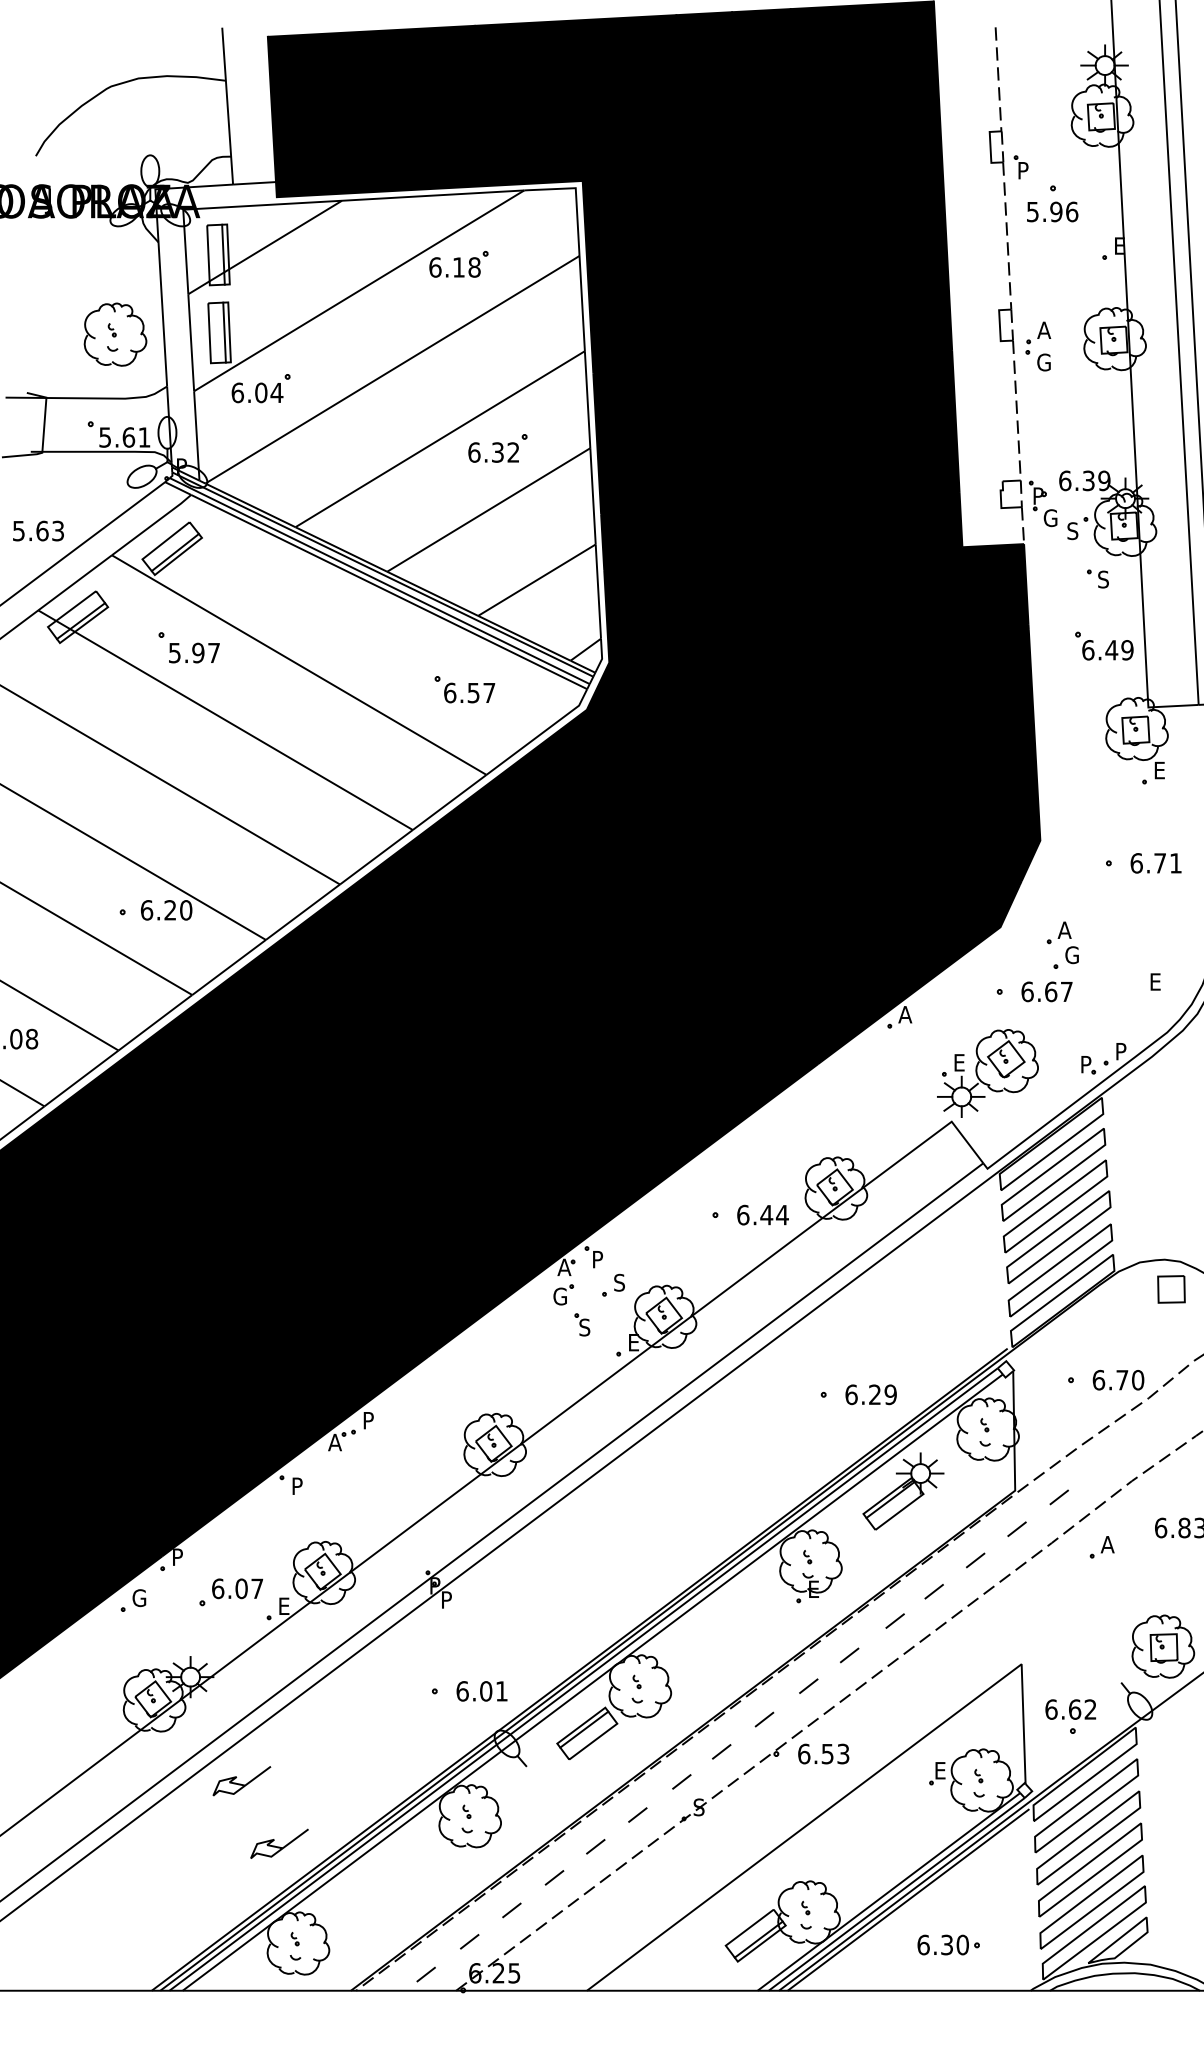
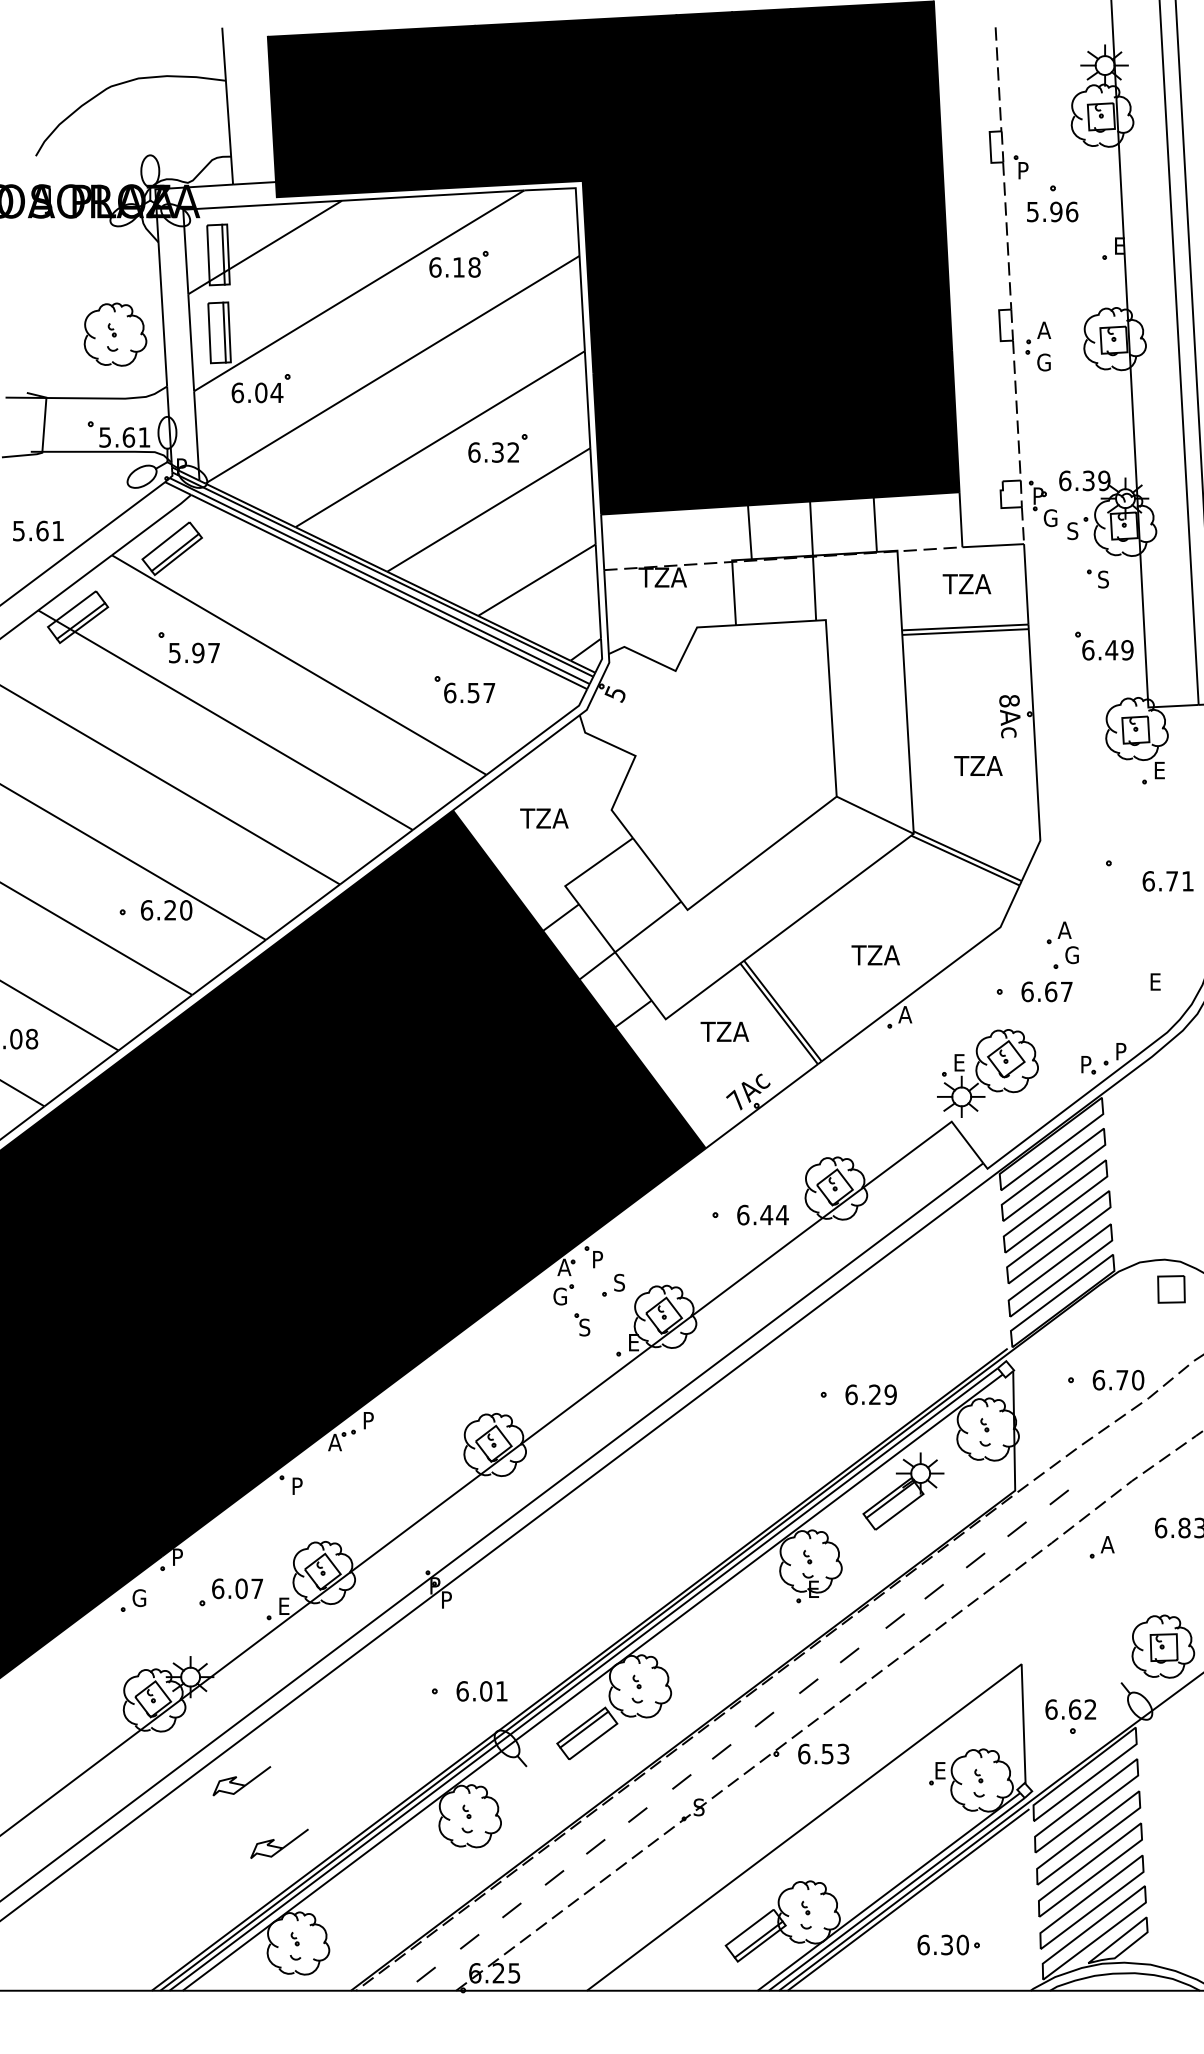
text at (57, 530): 5.63 -> 5.61
fill at (746, 820): present -> none
text at (1155, 863) position: (1155, 863) -> (1167, 881)
